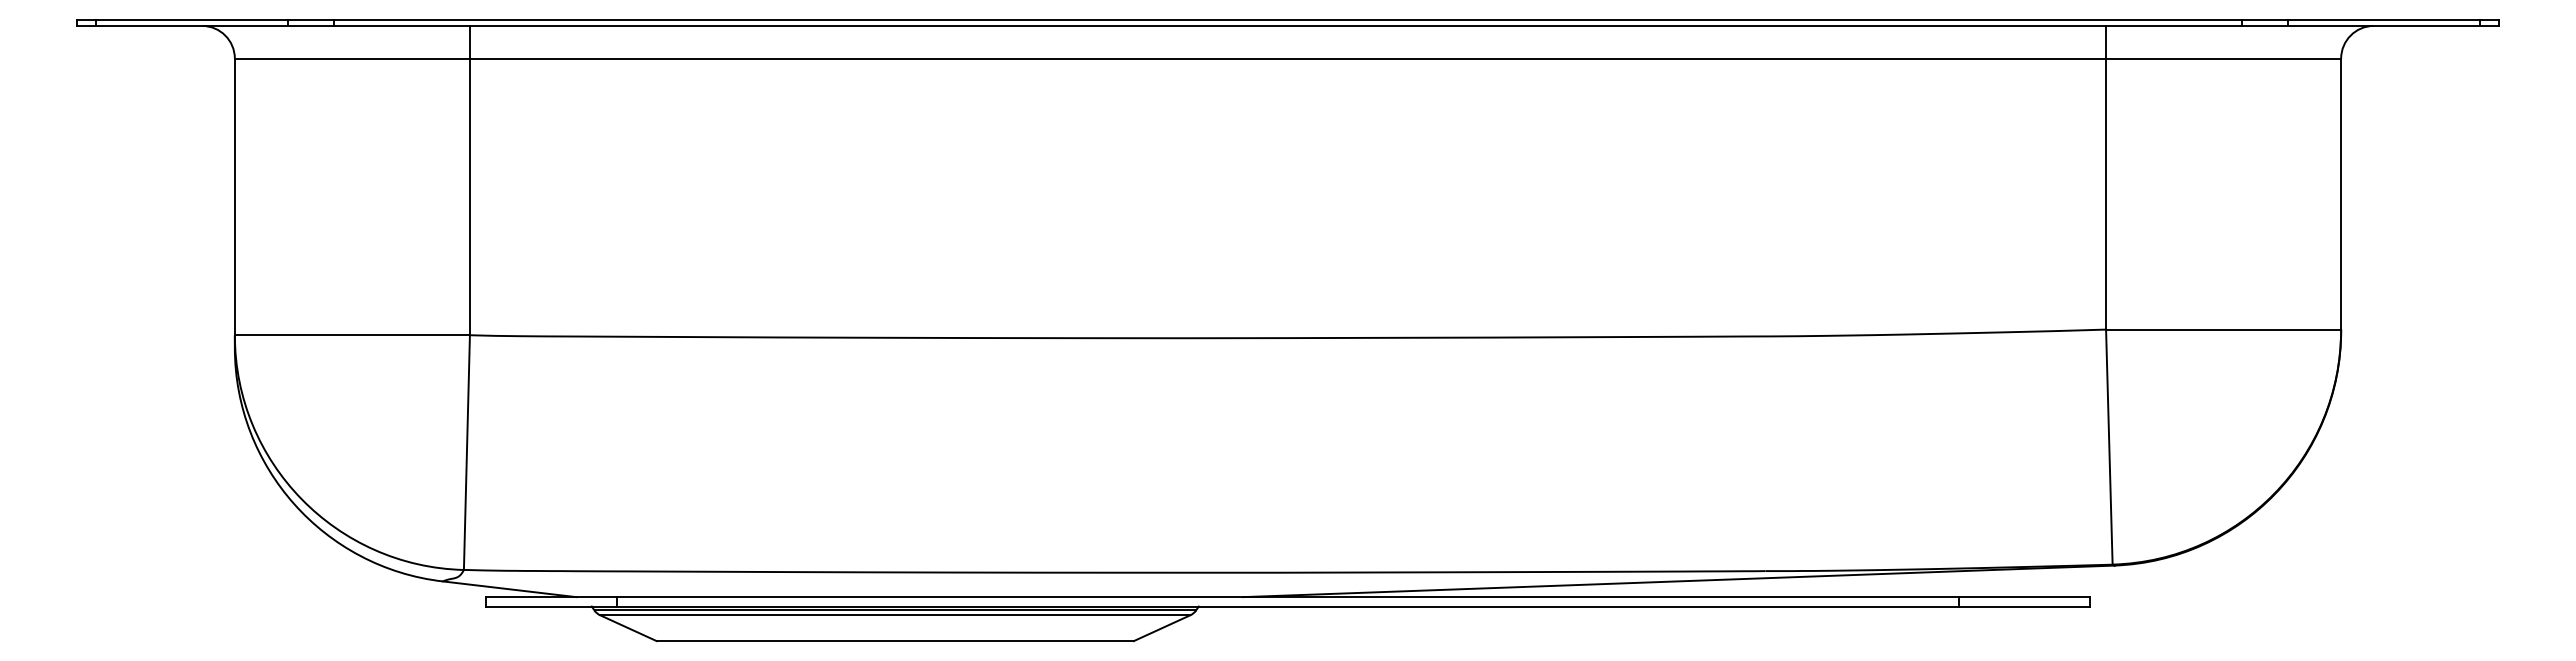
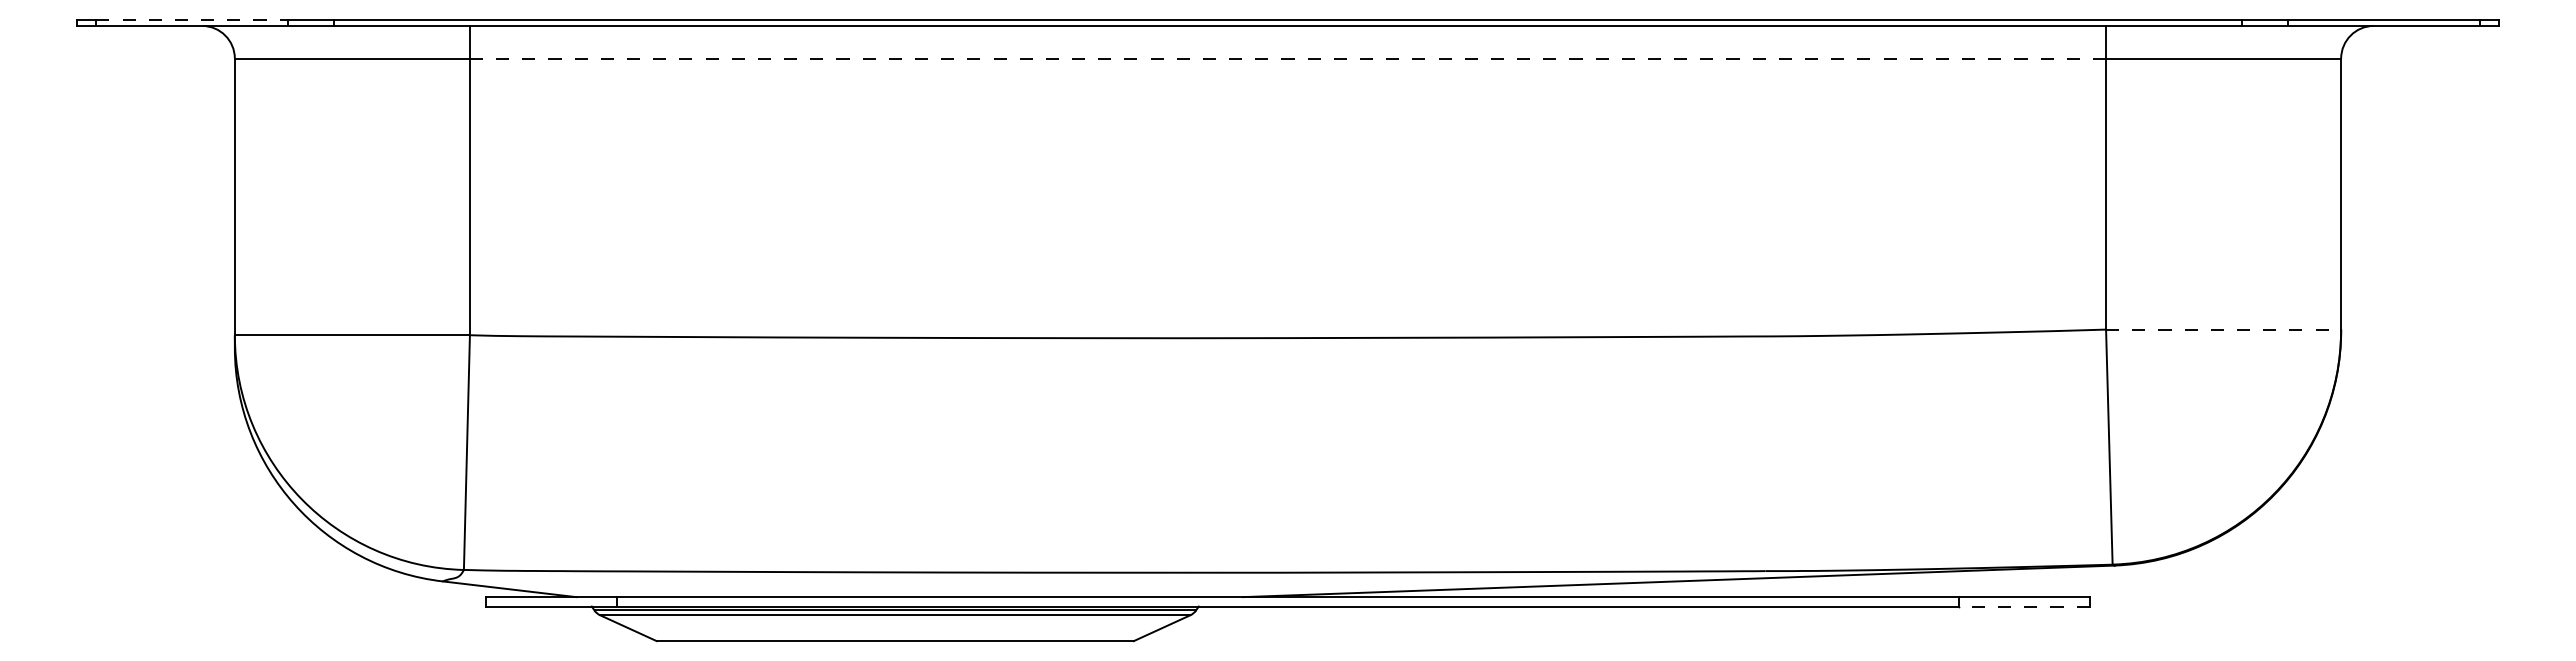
line at (192, 19): solid -> dashed
line at (1287, 58): solid -> dashed
line at (2223, 329): solid -> dashed
line at (2023, 606): solid -> dashed
